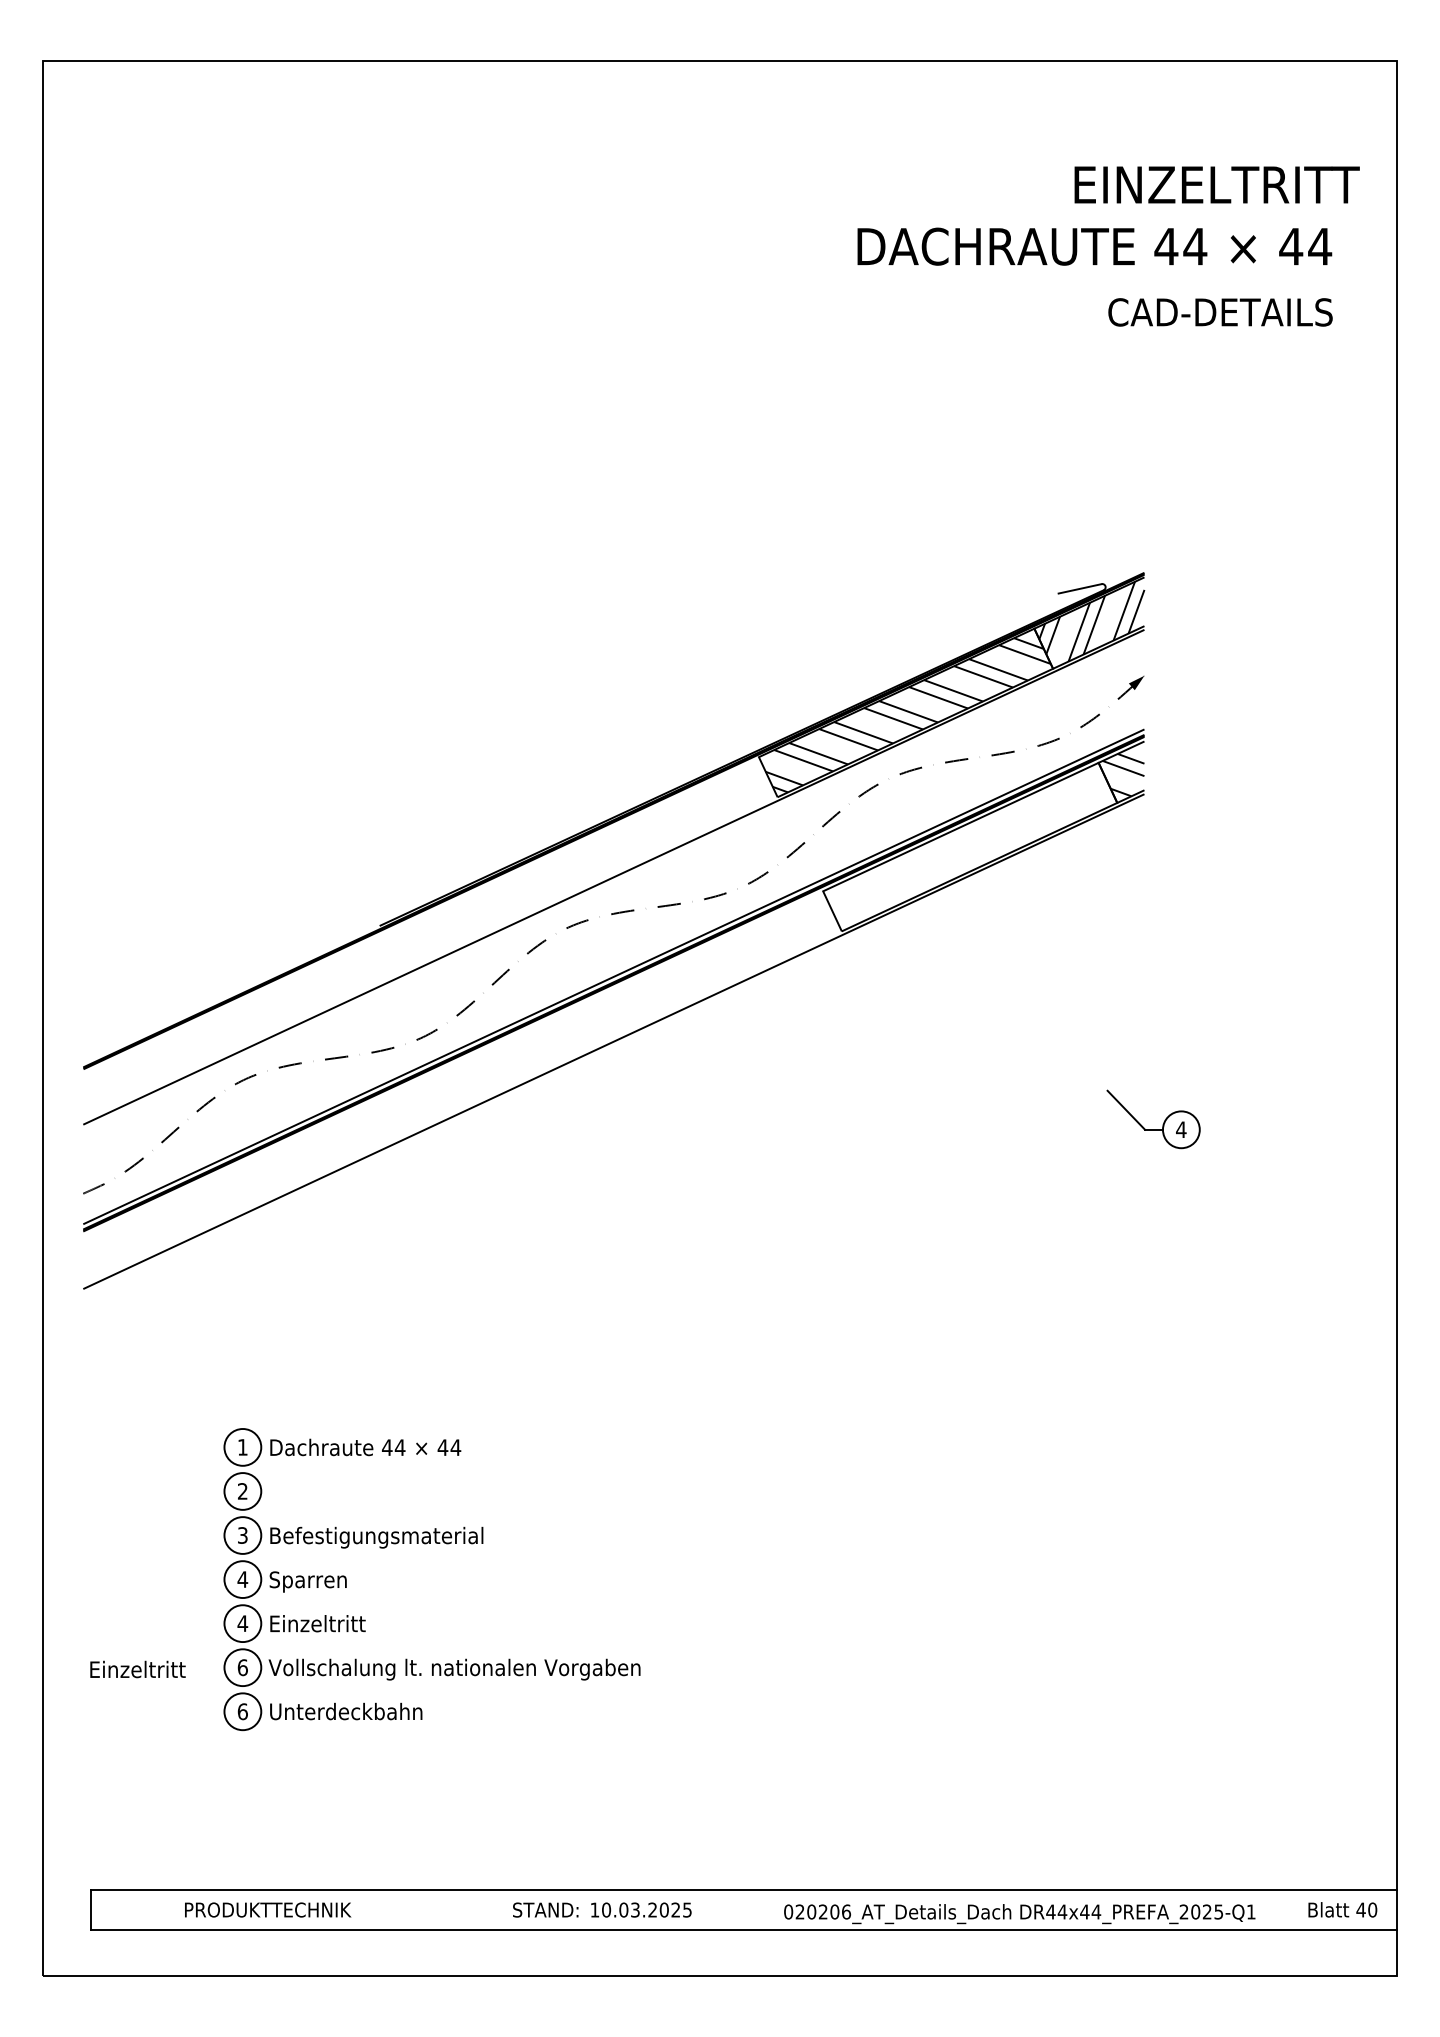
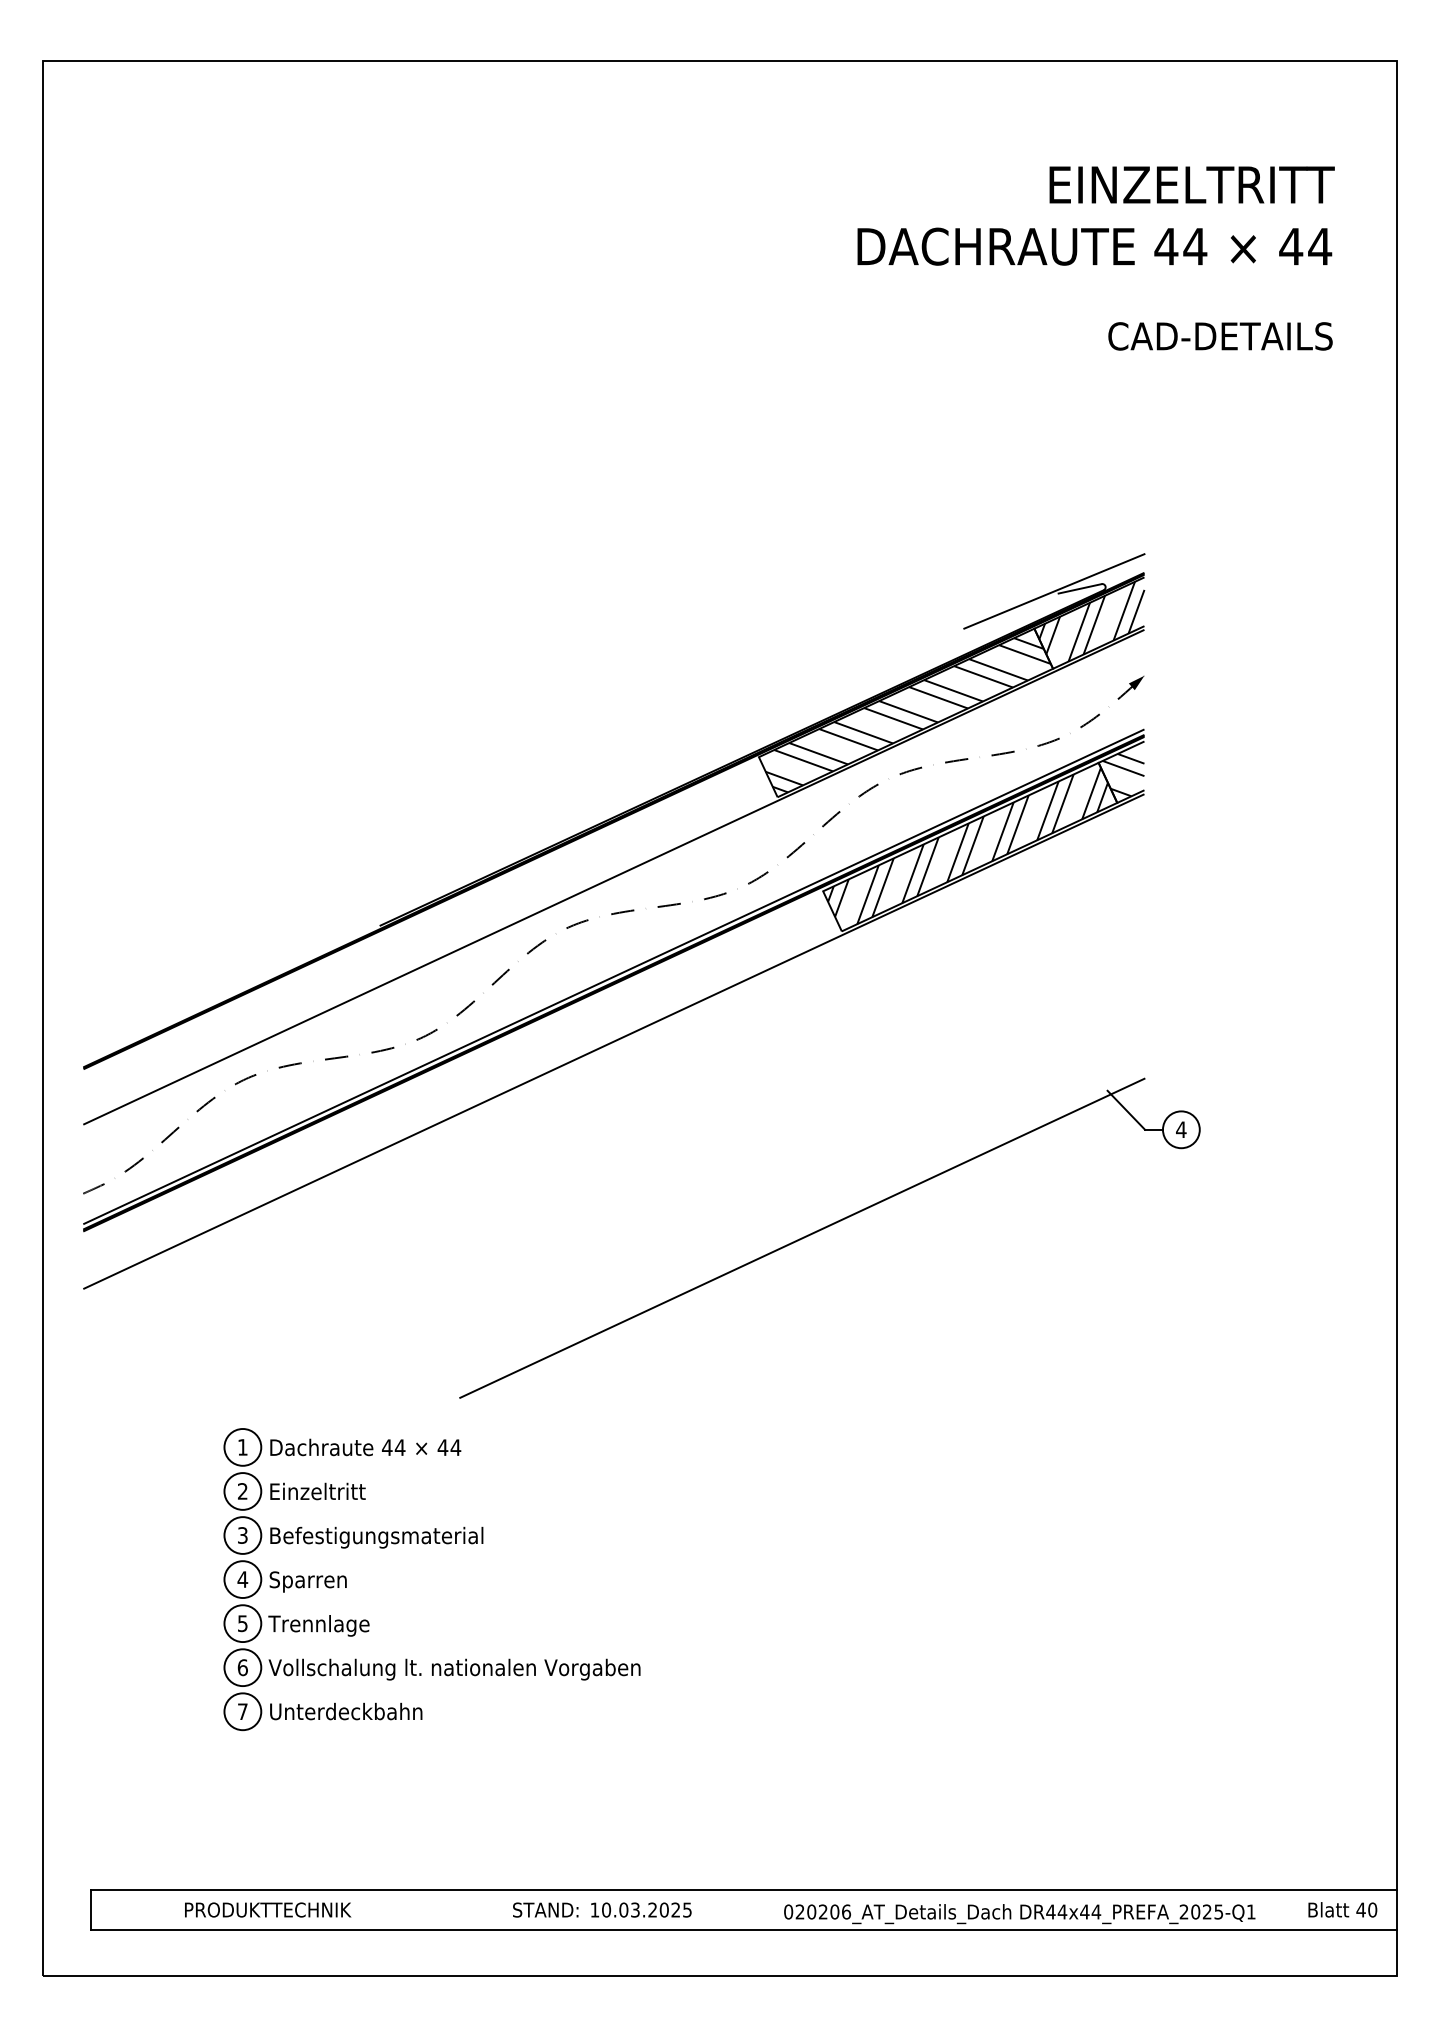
text at (1216, 184) position: (1216, 184) -> (1191, 184)
text at (1220, 312) position: (1220, 312) -> (1220, 336)
line at (1054, 591): none -> present
hatch at (967, 845): none -> present
line at (802, 1237): none -> present
text at (242, 1623): 4 -> 5
text at (318, 1625): Einzeltritt -> Trennlage
text at (137, 1669) position: (137, 1669) -> (317, 1491)
text at (242, 1711): 6 -> 7
